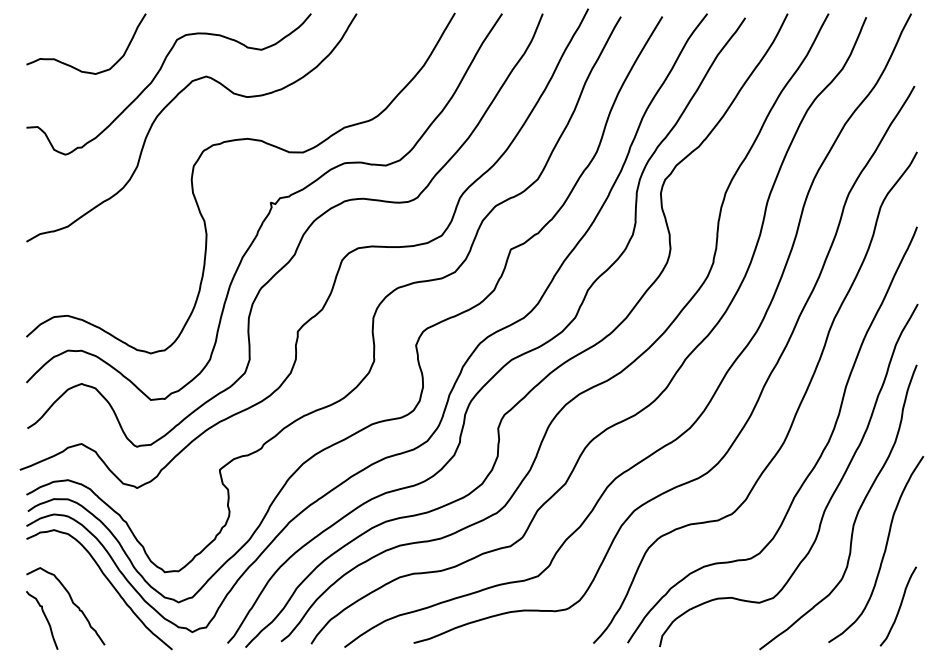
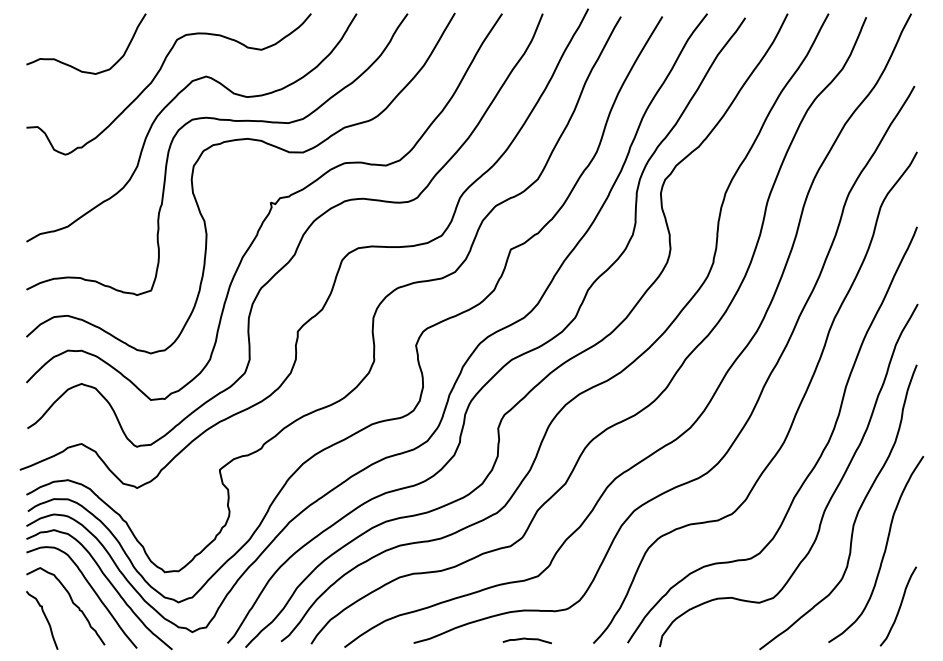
curve at (217, 120): none -> present
curve at (92, 590): none -> present
curve at (526, 639): none -> present
